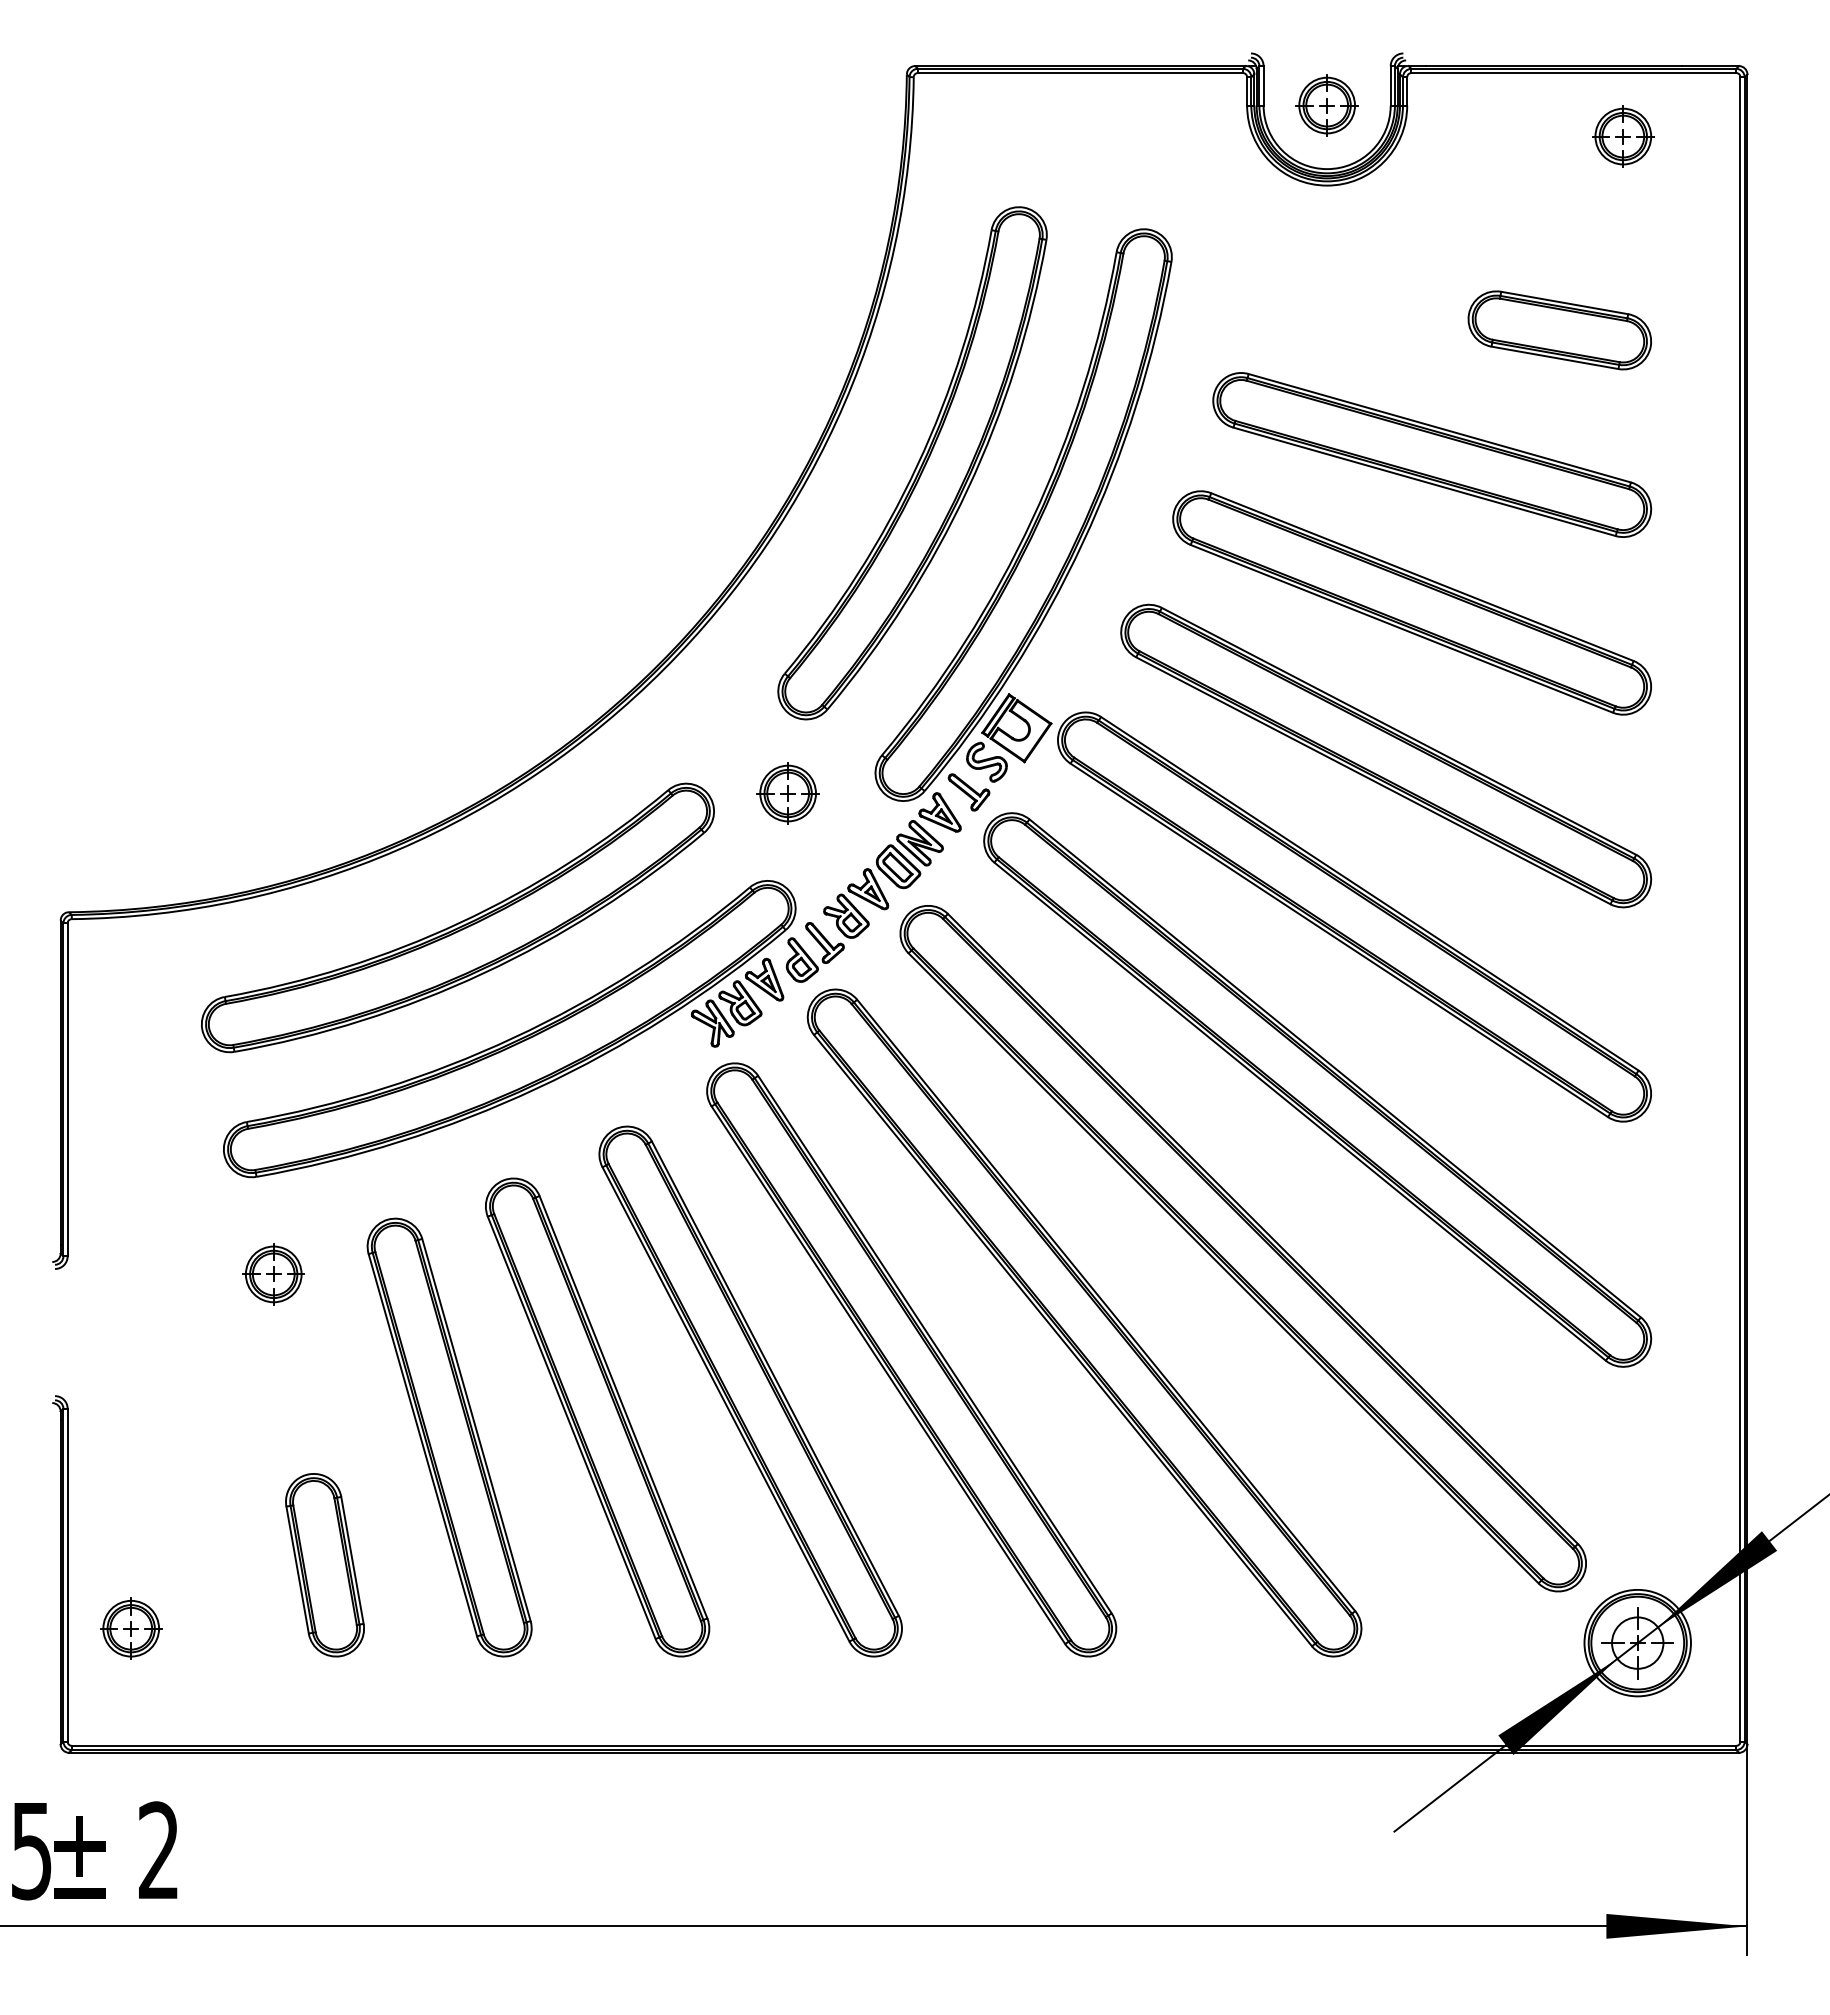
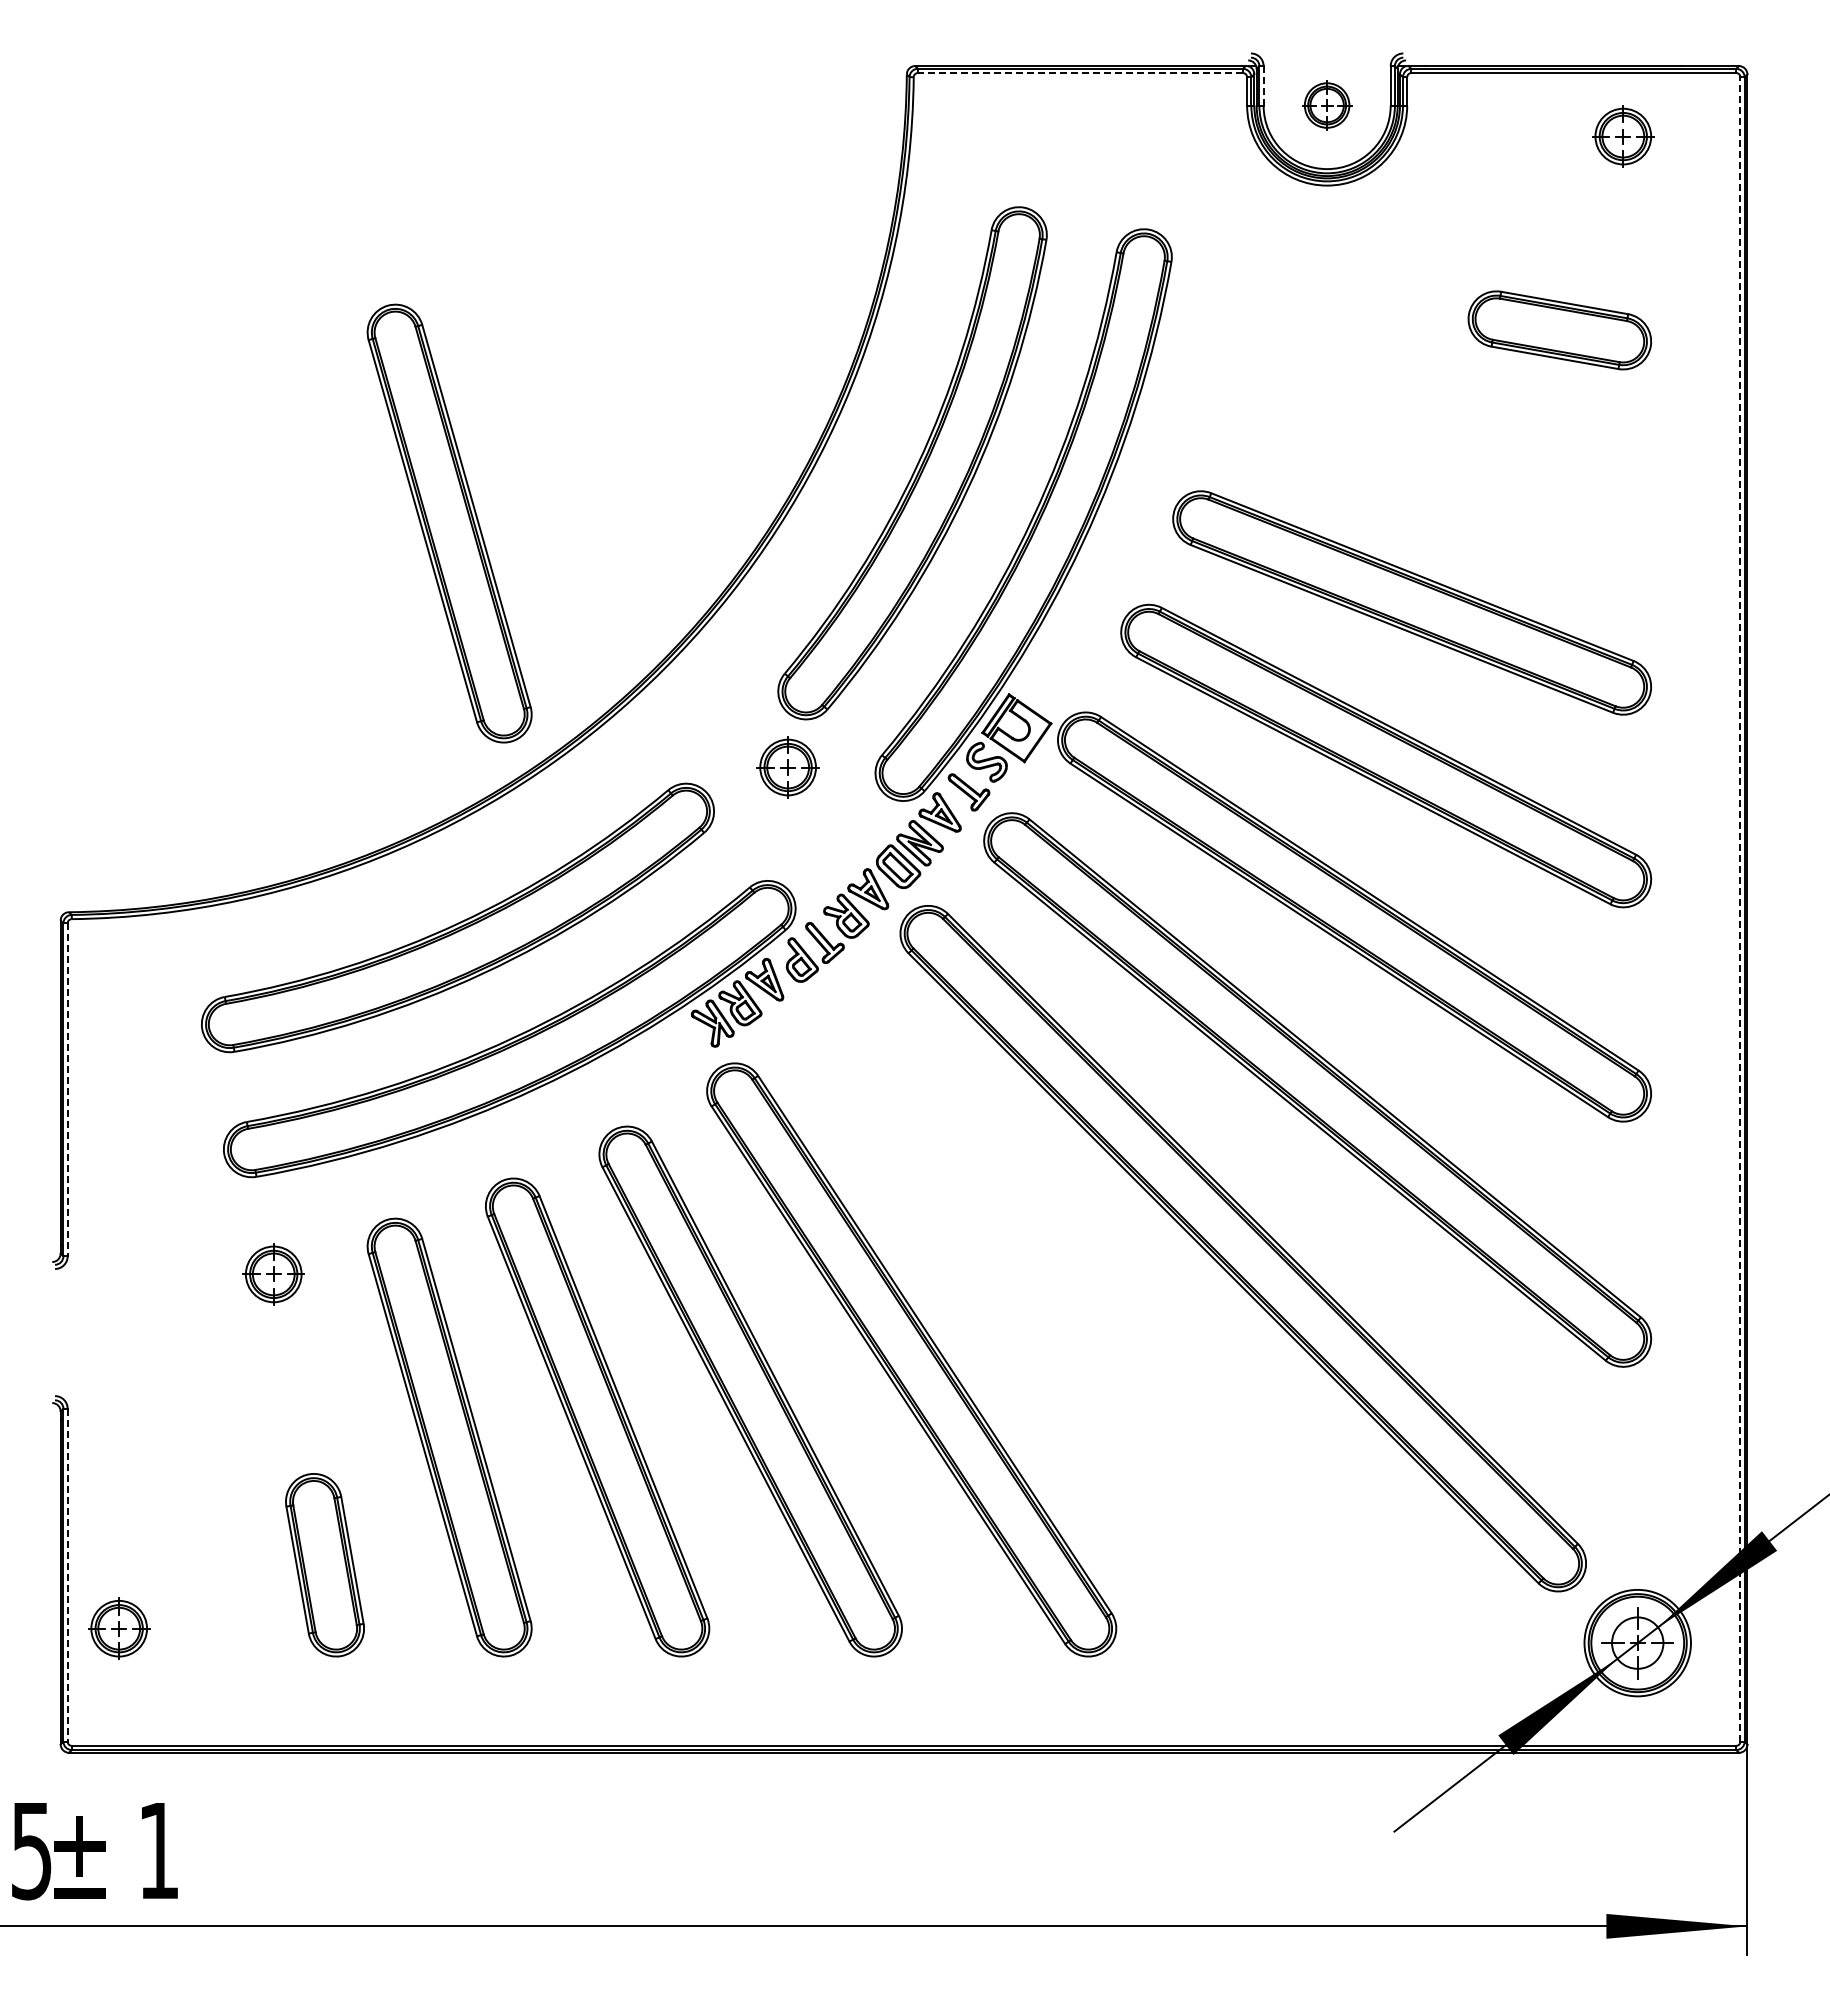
line at (1079, 73): solid -> dashed
line at (1263, 85): solid -> dashed
part at (1326, 105) size: 64x63 px -> 51x51 px
part at (1432, 454): present -> none
part at (449, 523): none -> present
part at (787, 793) position: (787, 793) -> (787, 767)
line at (1740, 908): solid -> dashed
line at (67, 1090): solid -> dashed
part at (1084, 1322): present -> none
line at (67, 1575): solid -> dashed
part at (131, 1628) position: (131, 1628) -> (119, 1628)
text at (158, 1849): 2 -> 1
